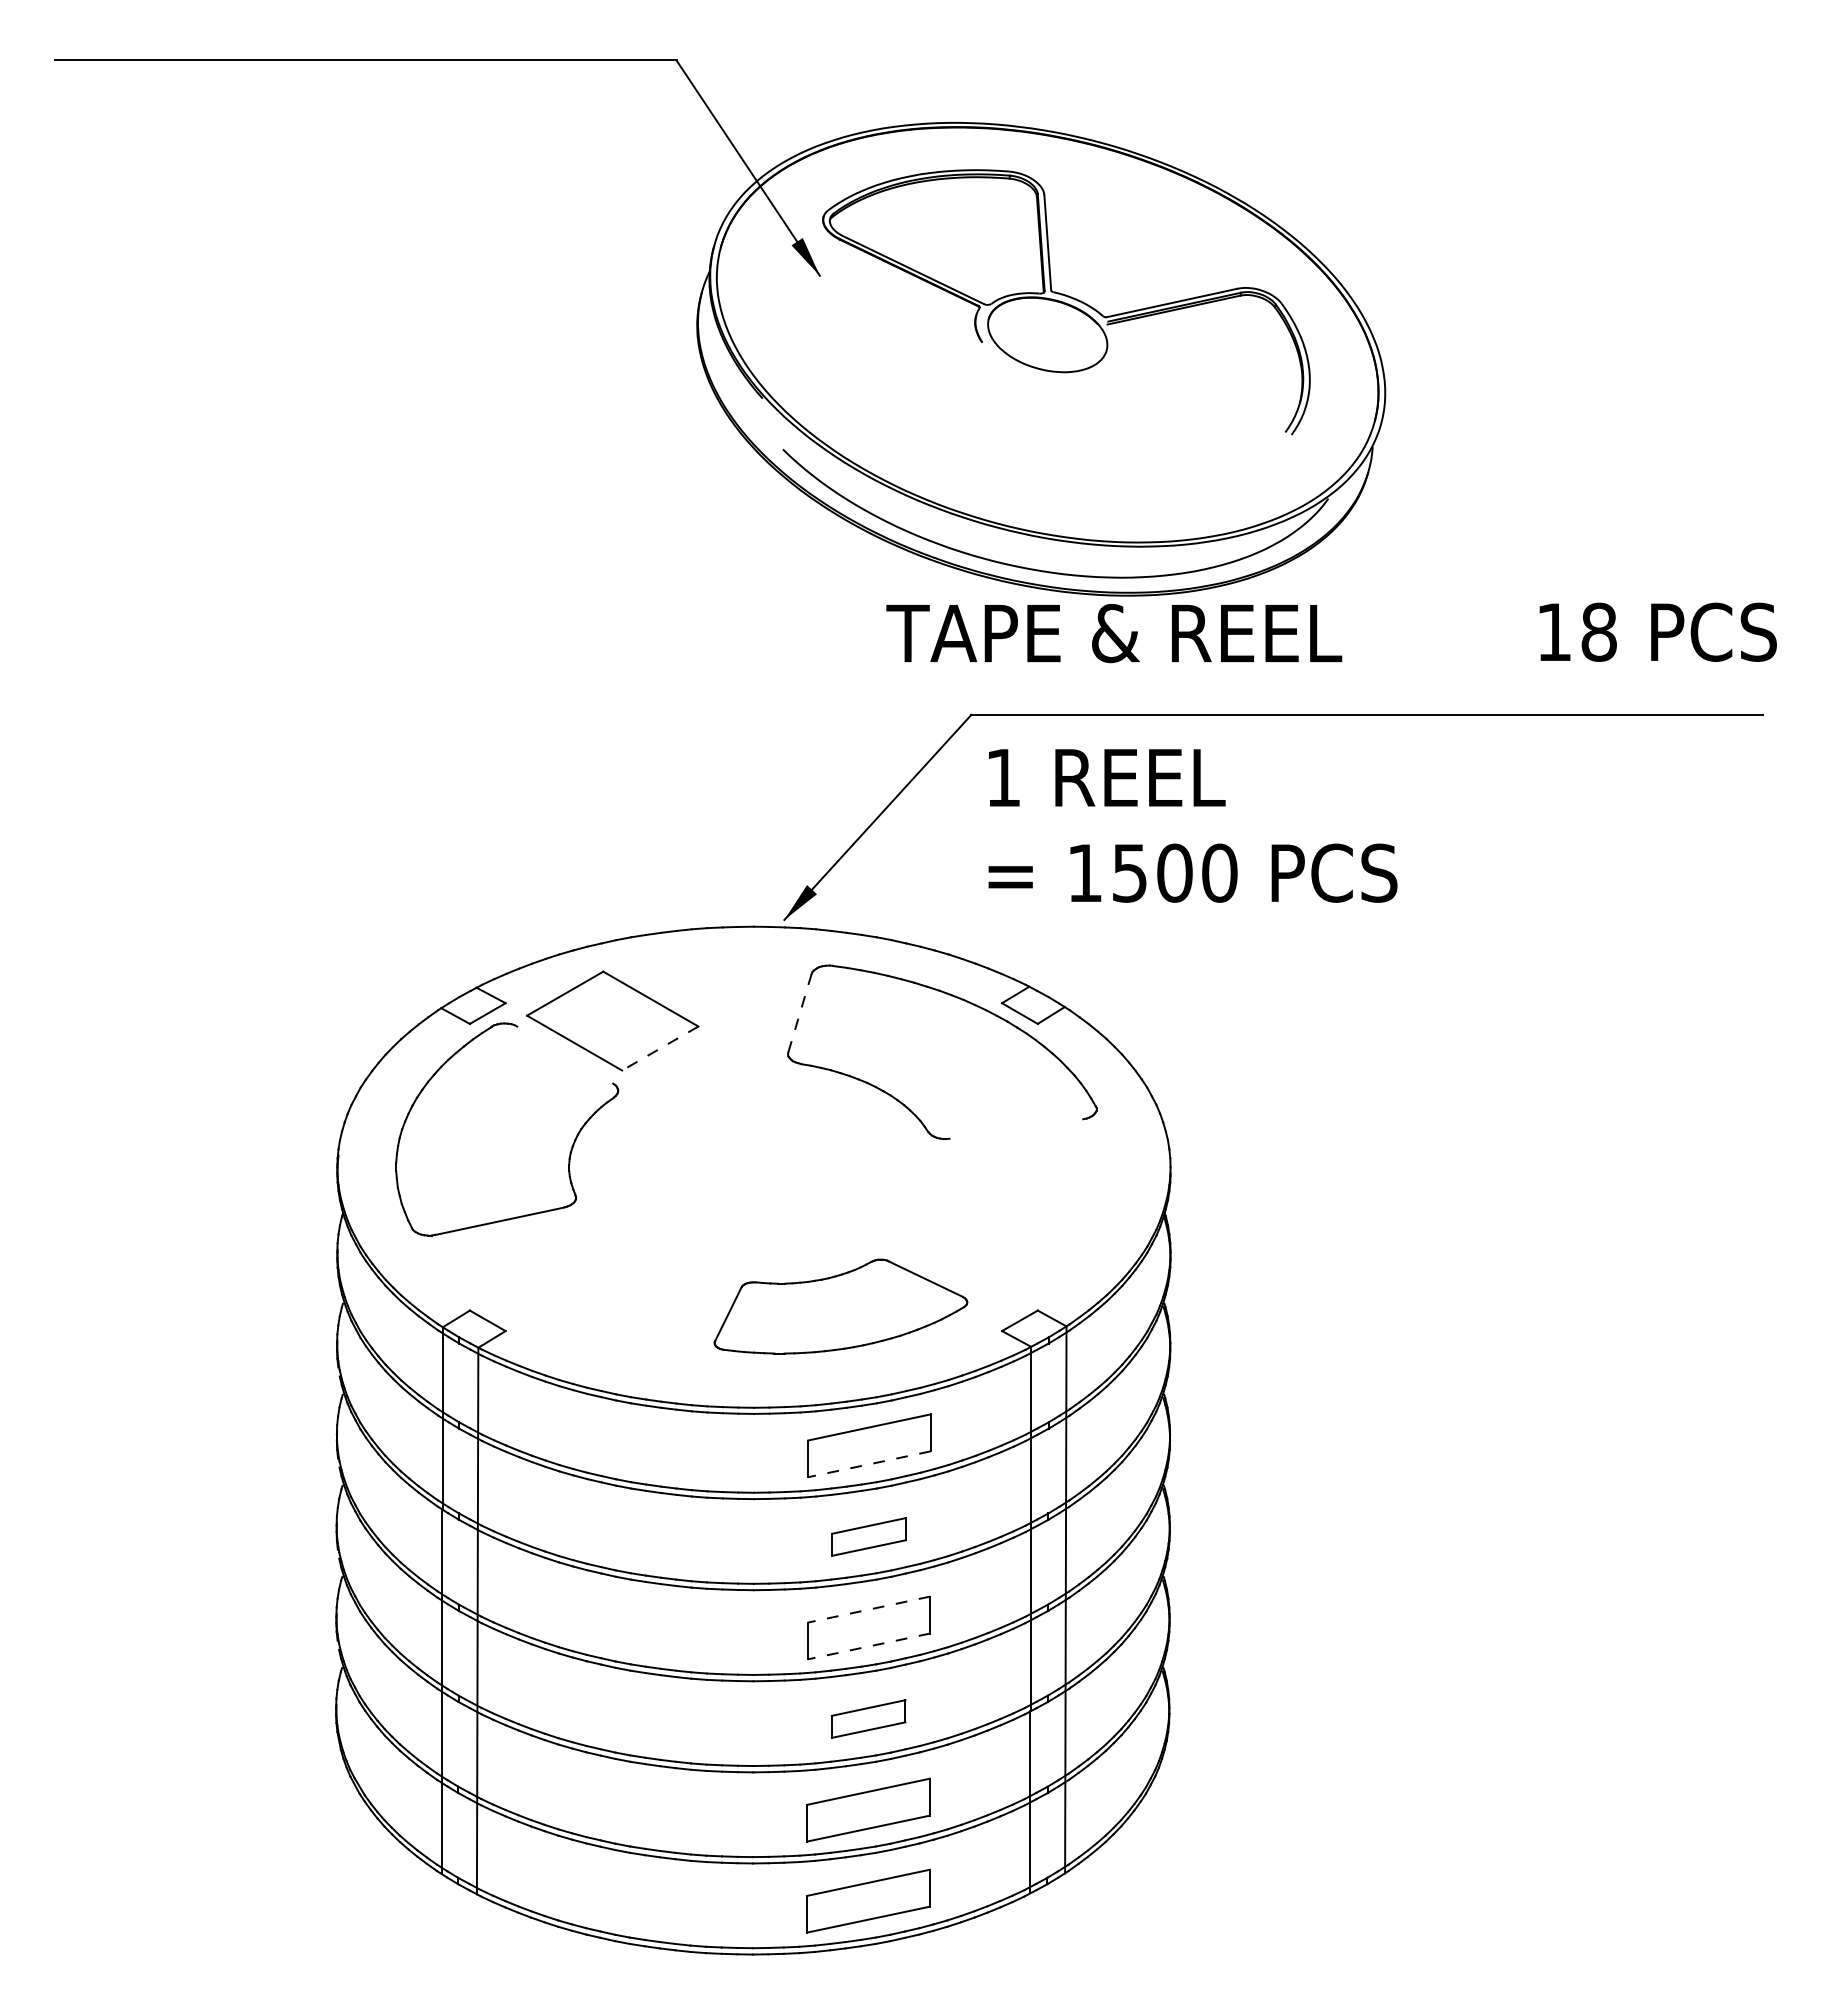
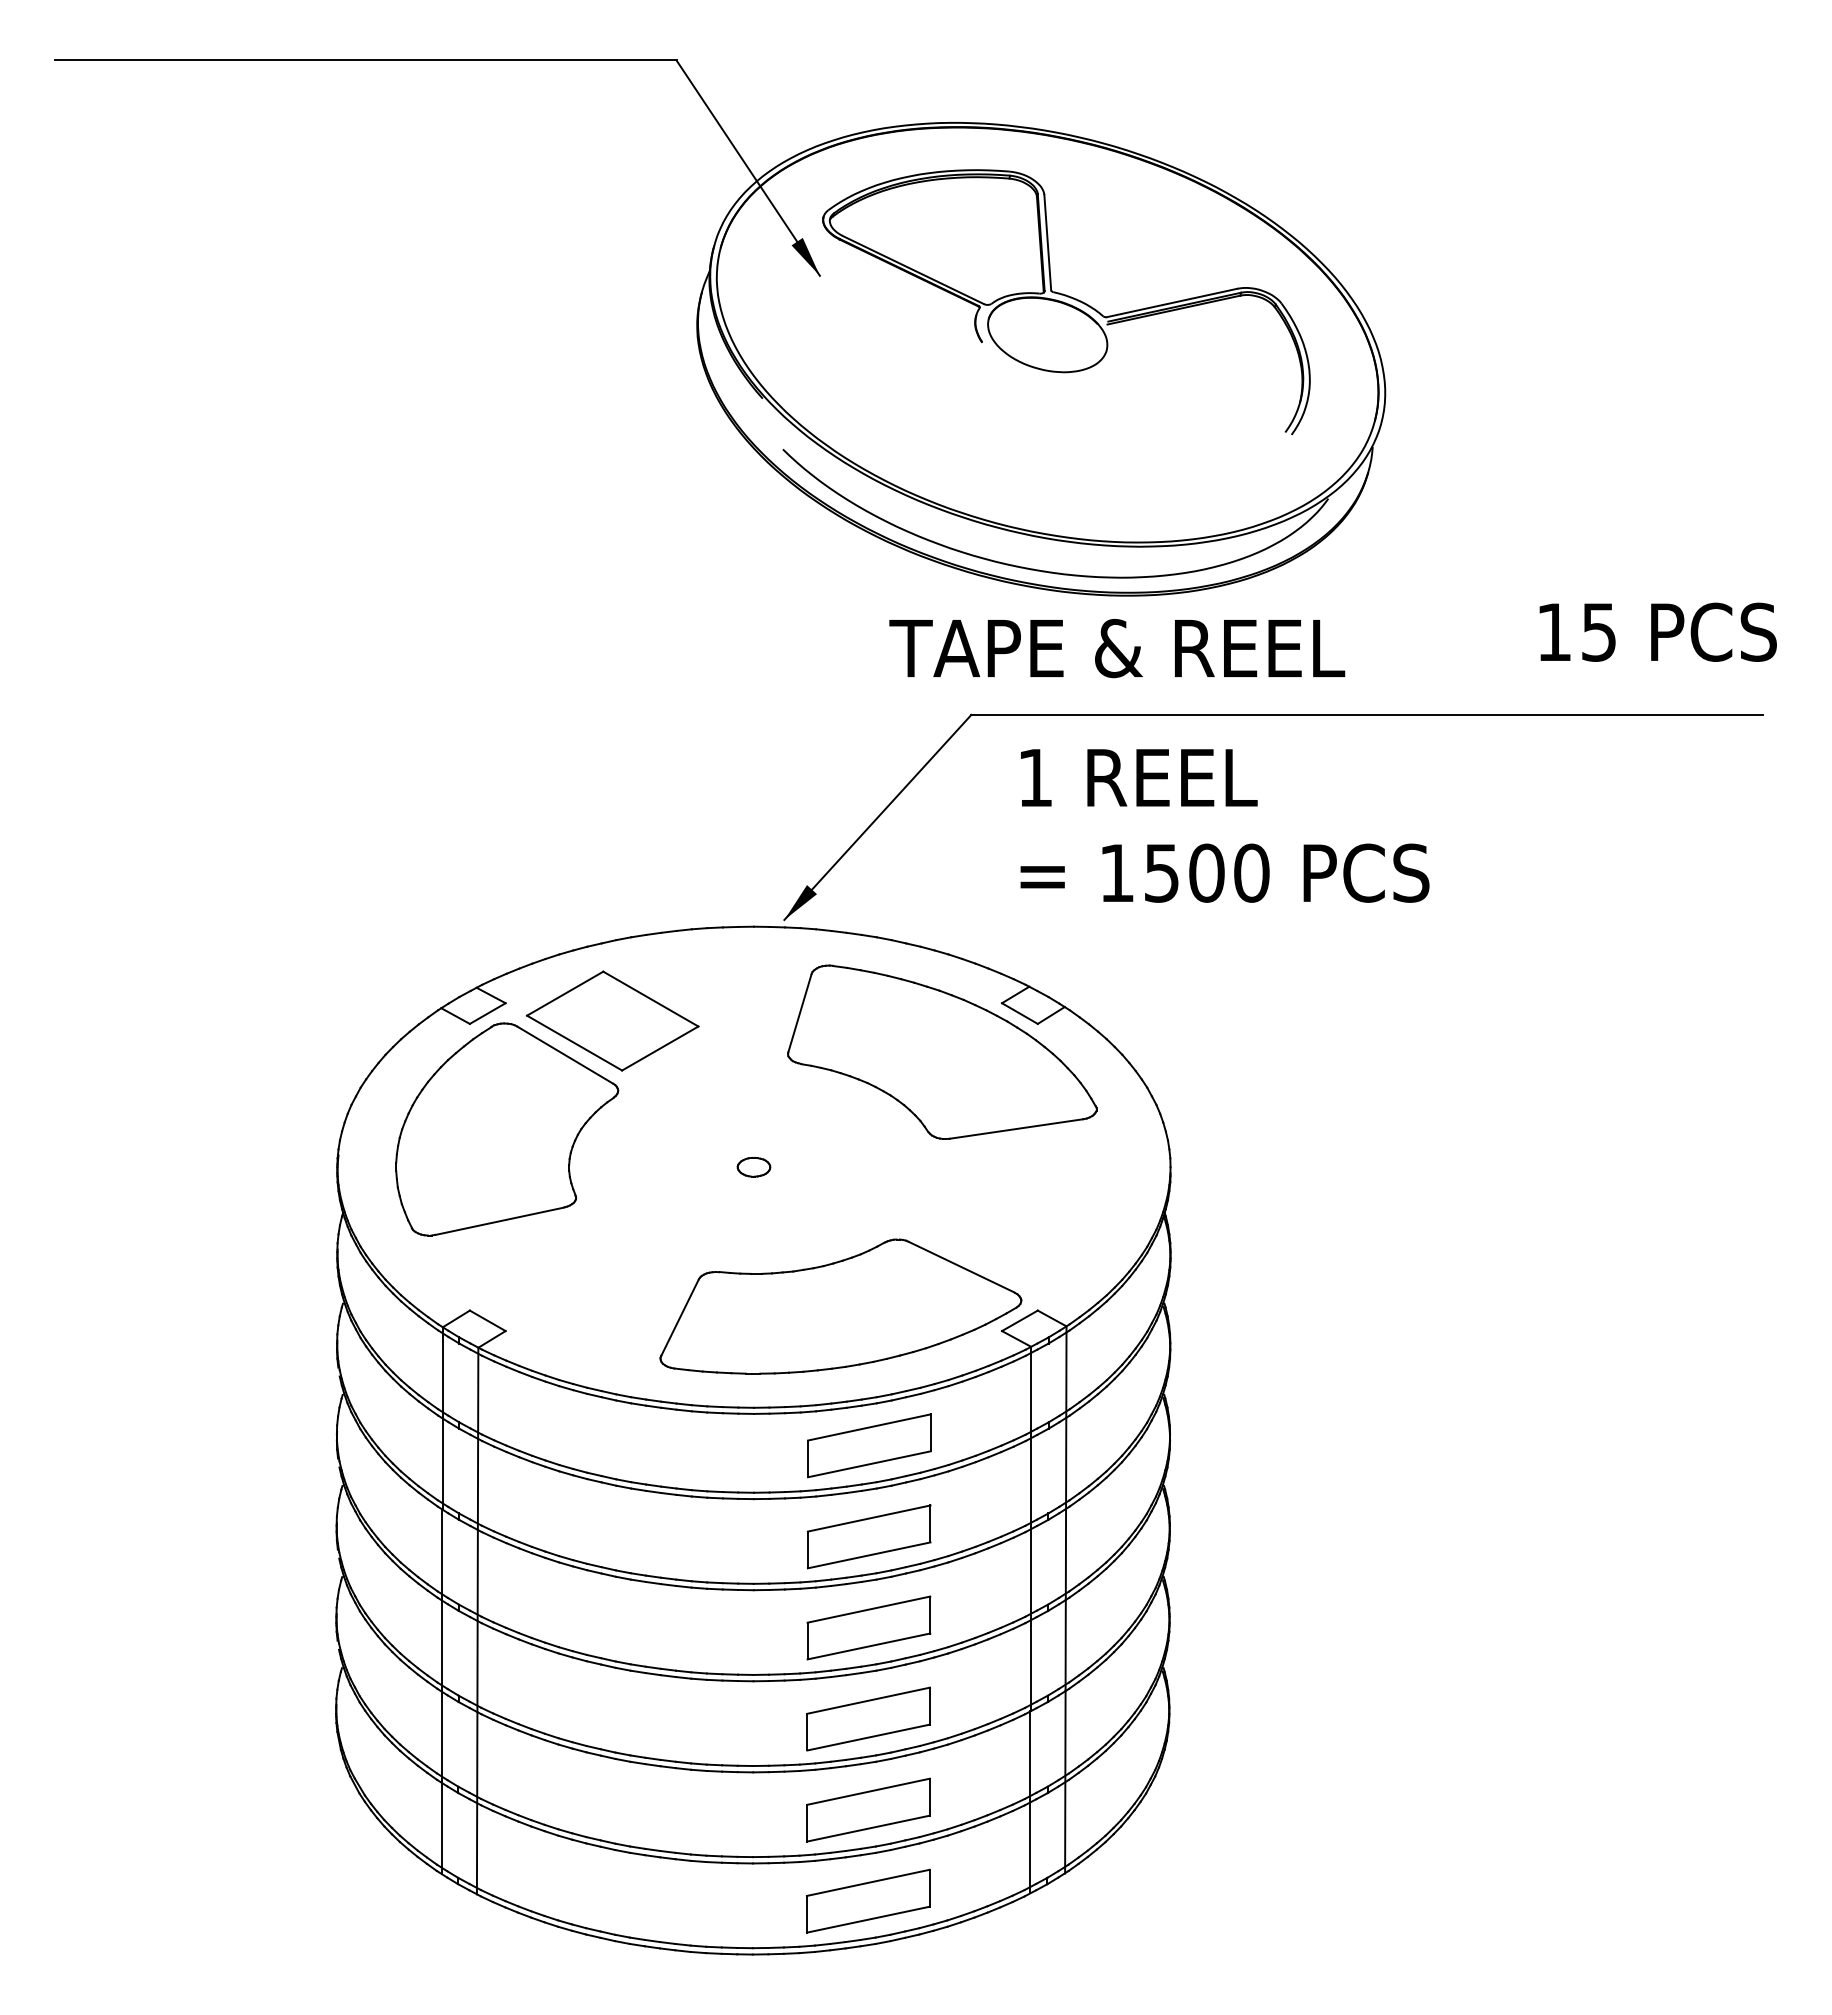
text at (1598, 631): 18 -> 15
text at (1114, 633) position: (1114, 633) -> (1117, 648)
text at (1192, 825) position: (1192, 825) -> (1224, 825)
line at (799, 1013): dashed -> solid
line at (659, 1048): dashed -> solid
line at (565, 1054): none -> present
line at (1016, 1128): none -> present
part at (753, 1166): none -> present
part at (840, 1306) size: 256x97 px -> 364x137 px
line at (869, 1464): dashed -> solid
part at (868, 1536) size: 76x40 px -> 126x66 px
line at (868, 1609): dashed -> solid
line at (868, 1646): dashed -> solid
part at (868, 1718) size: 77x40 px -> 125x66 px
